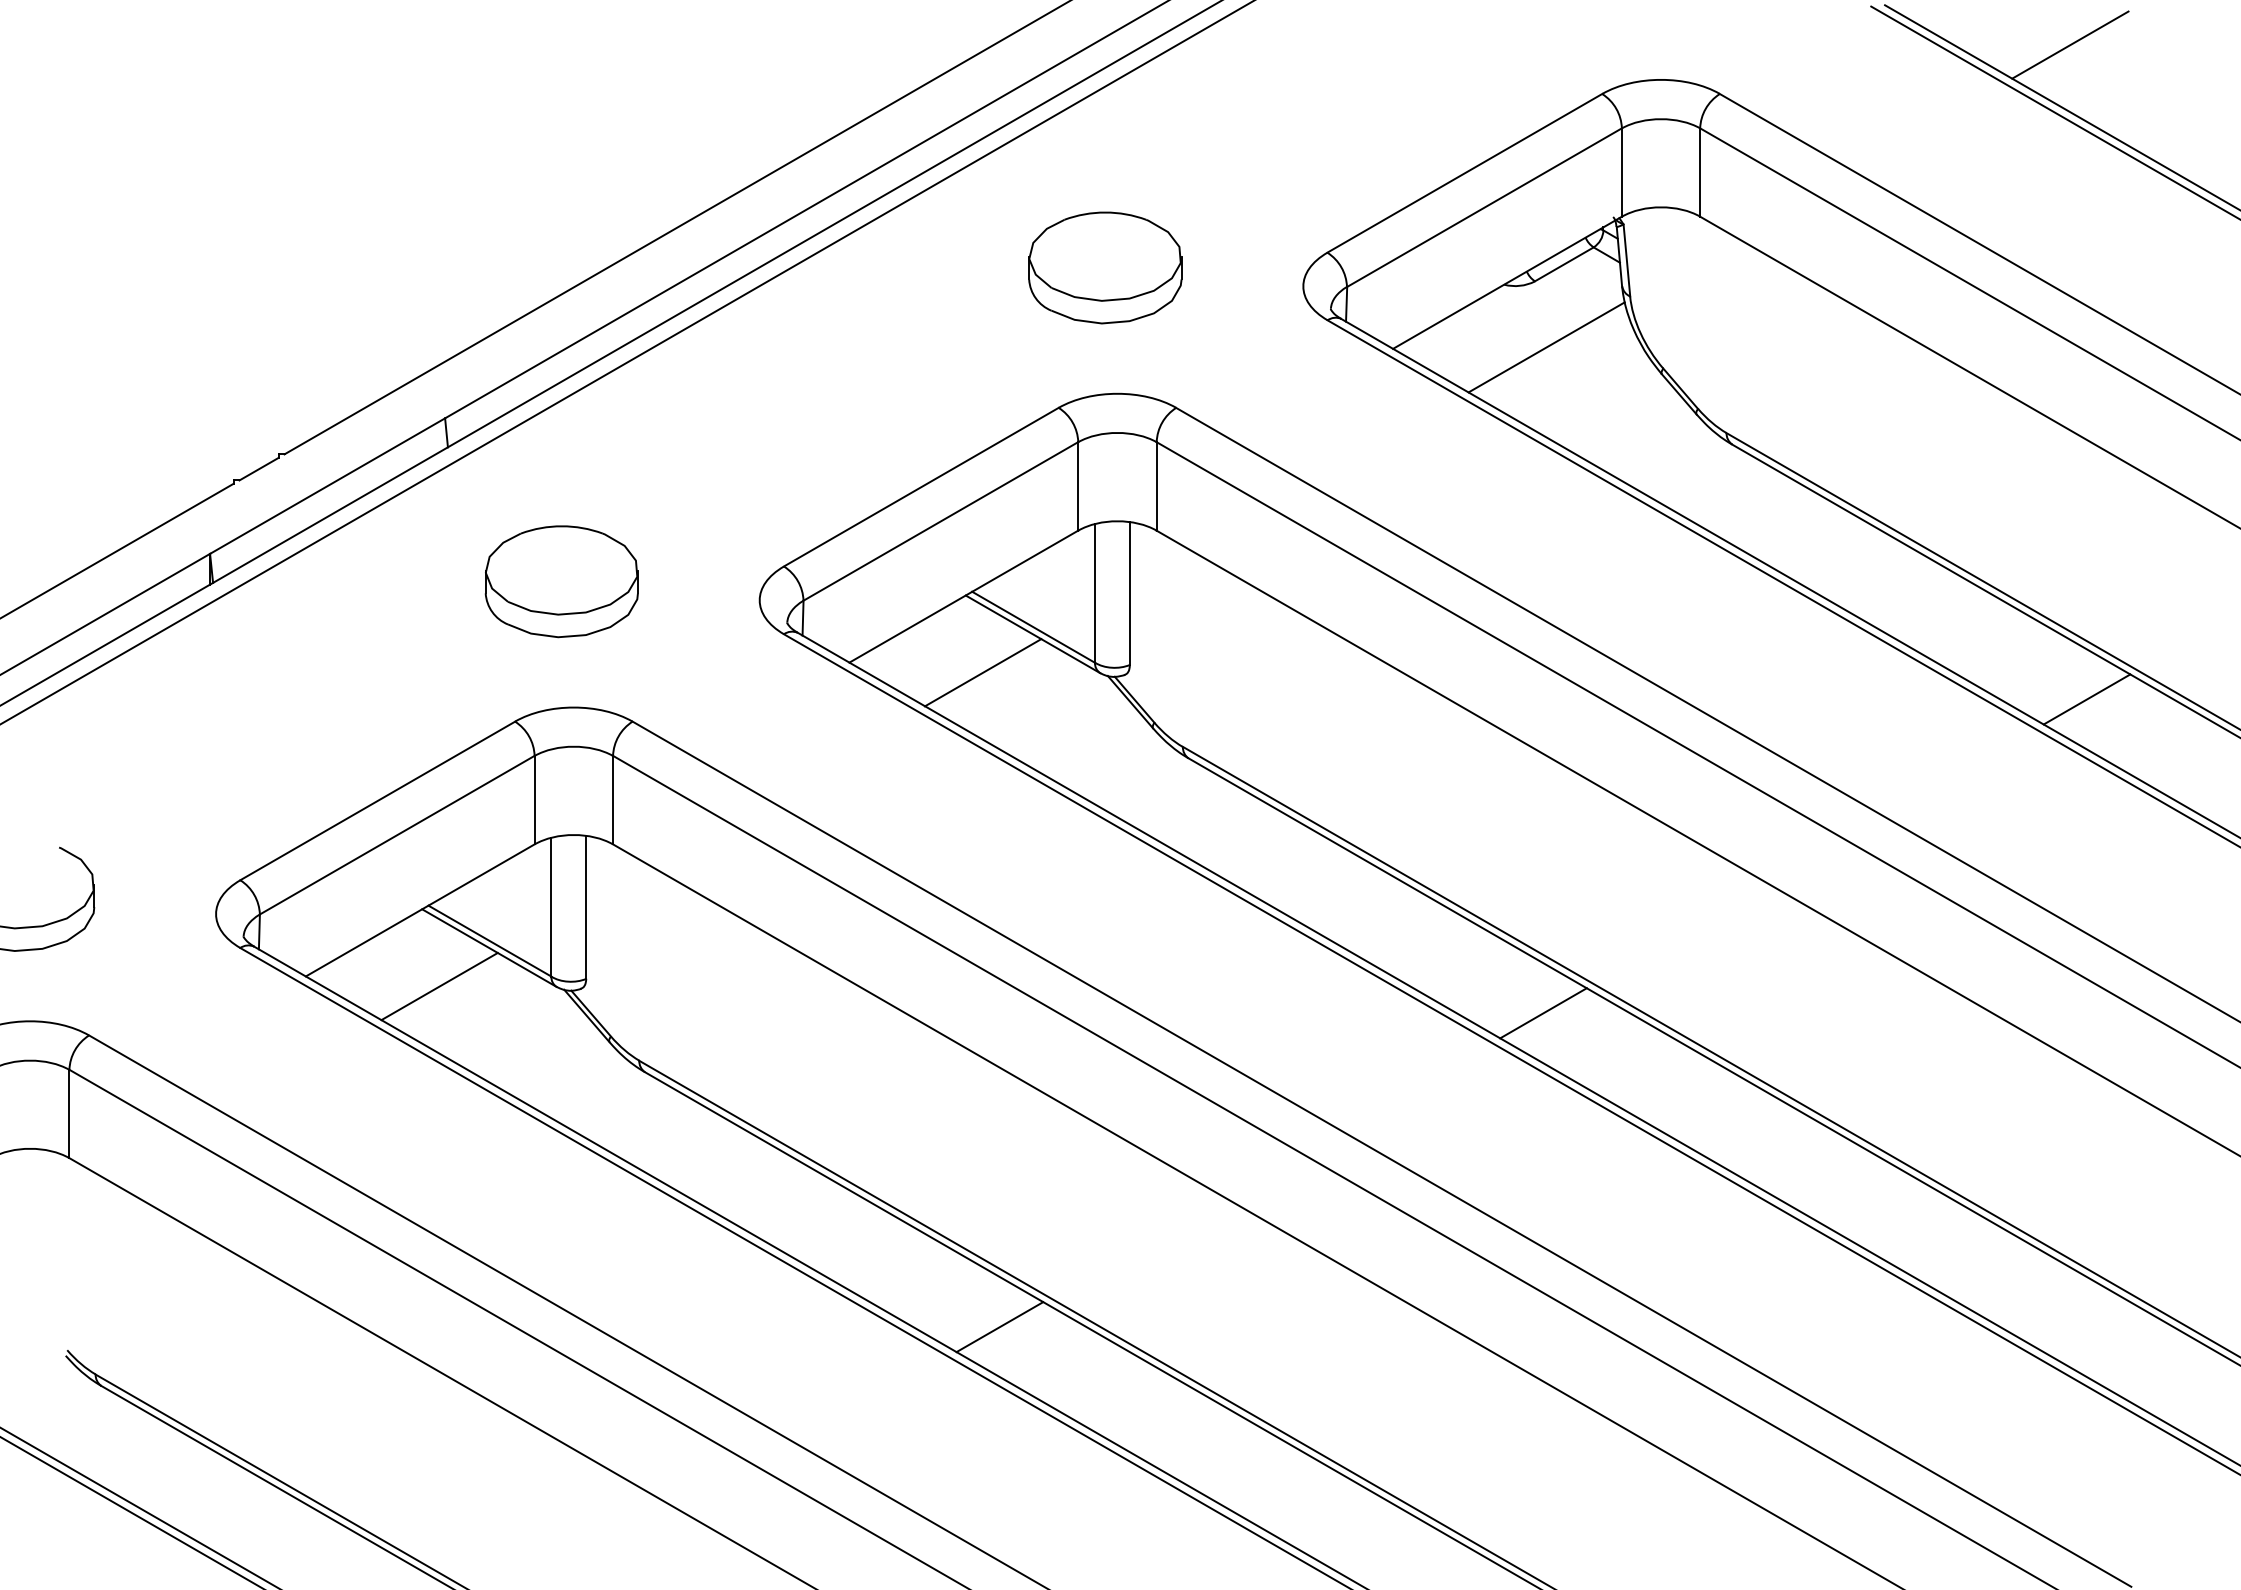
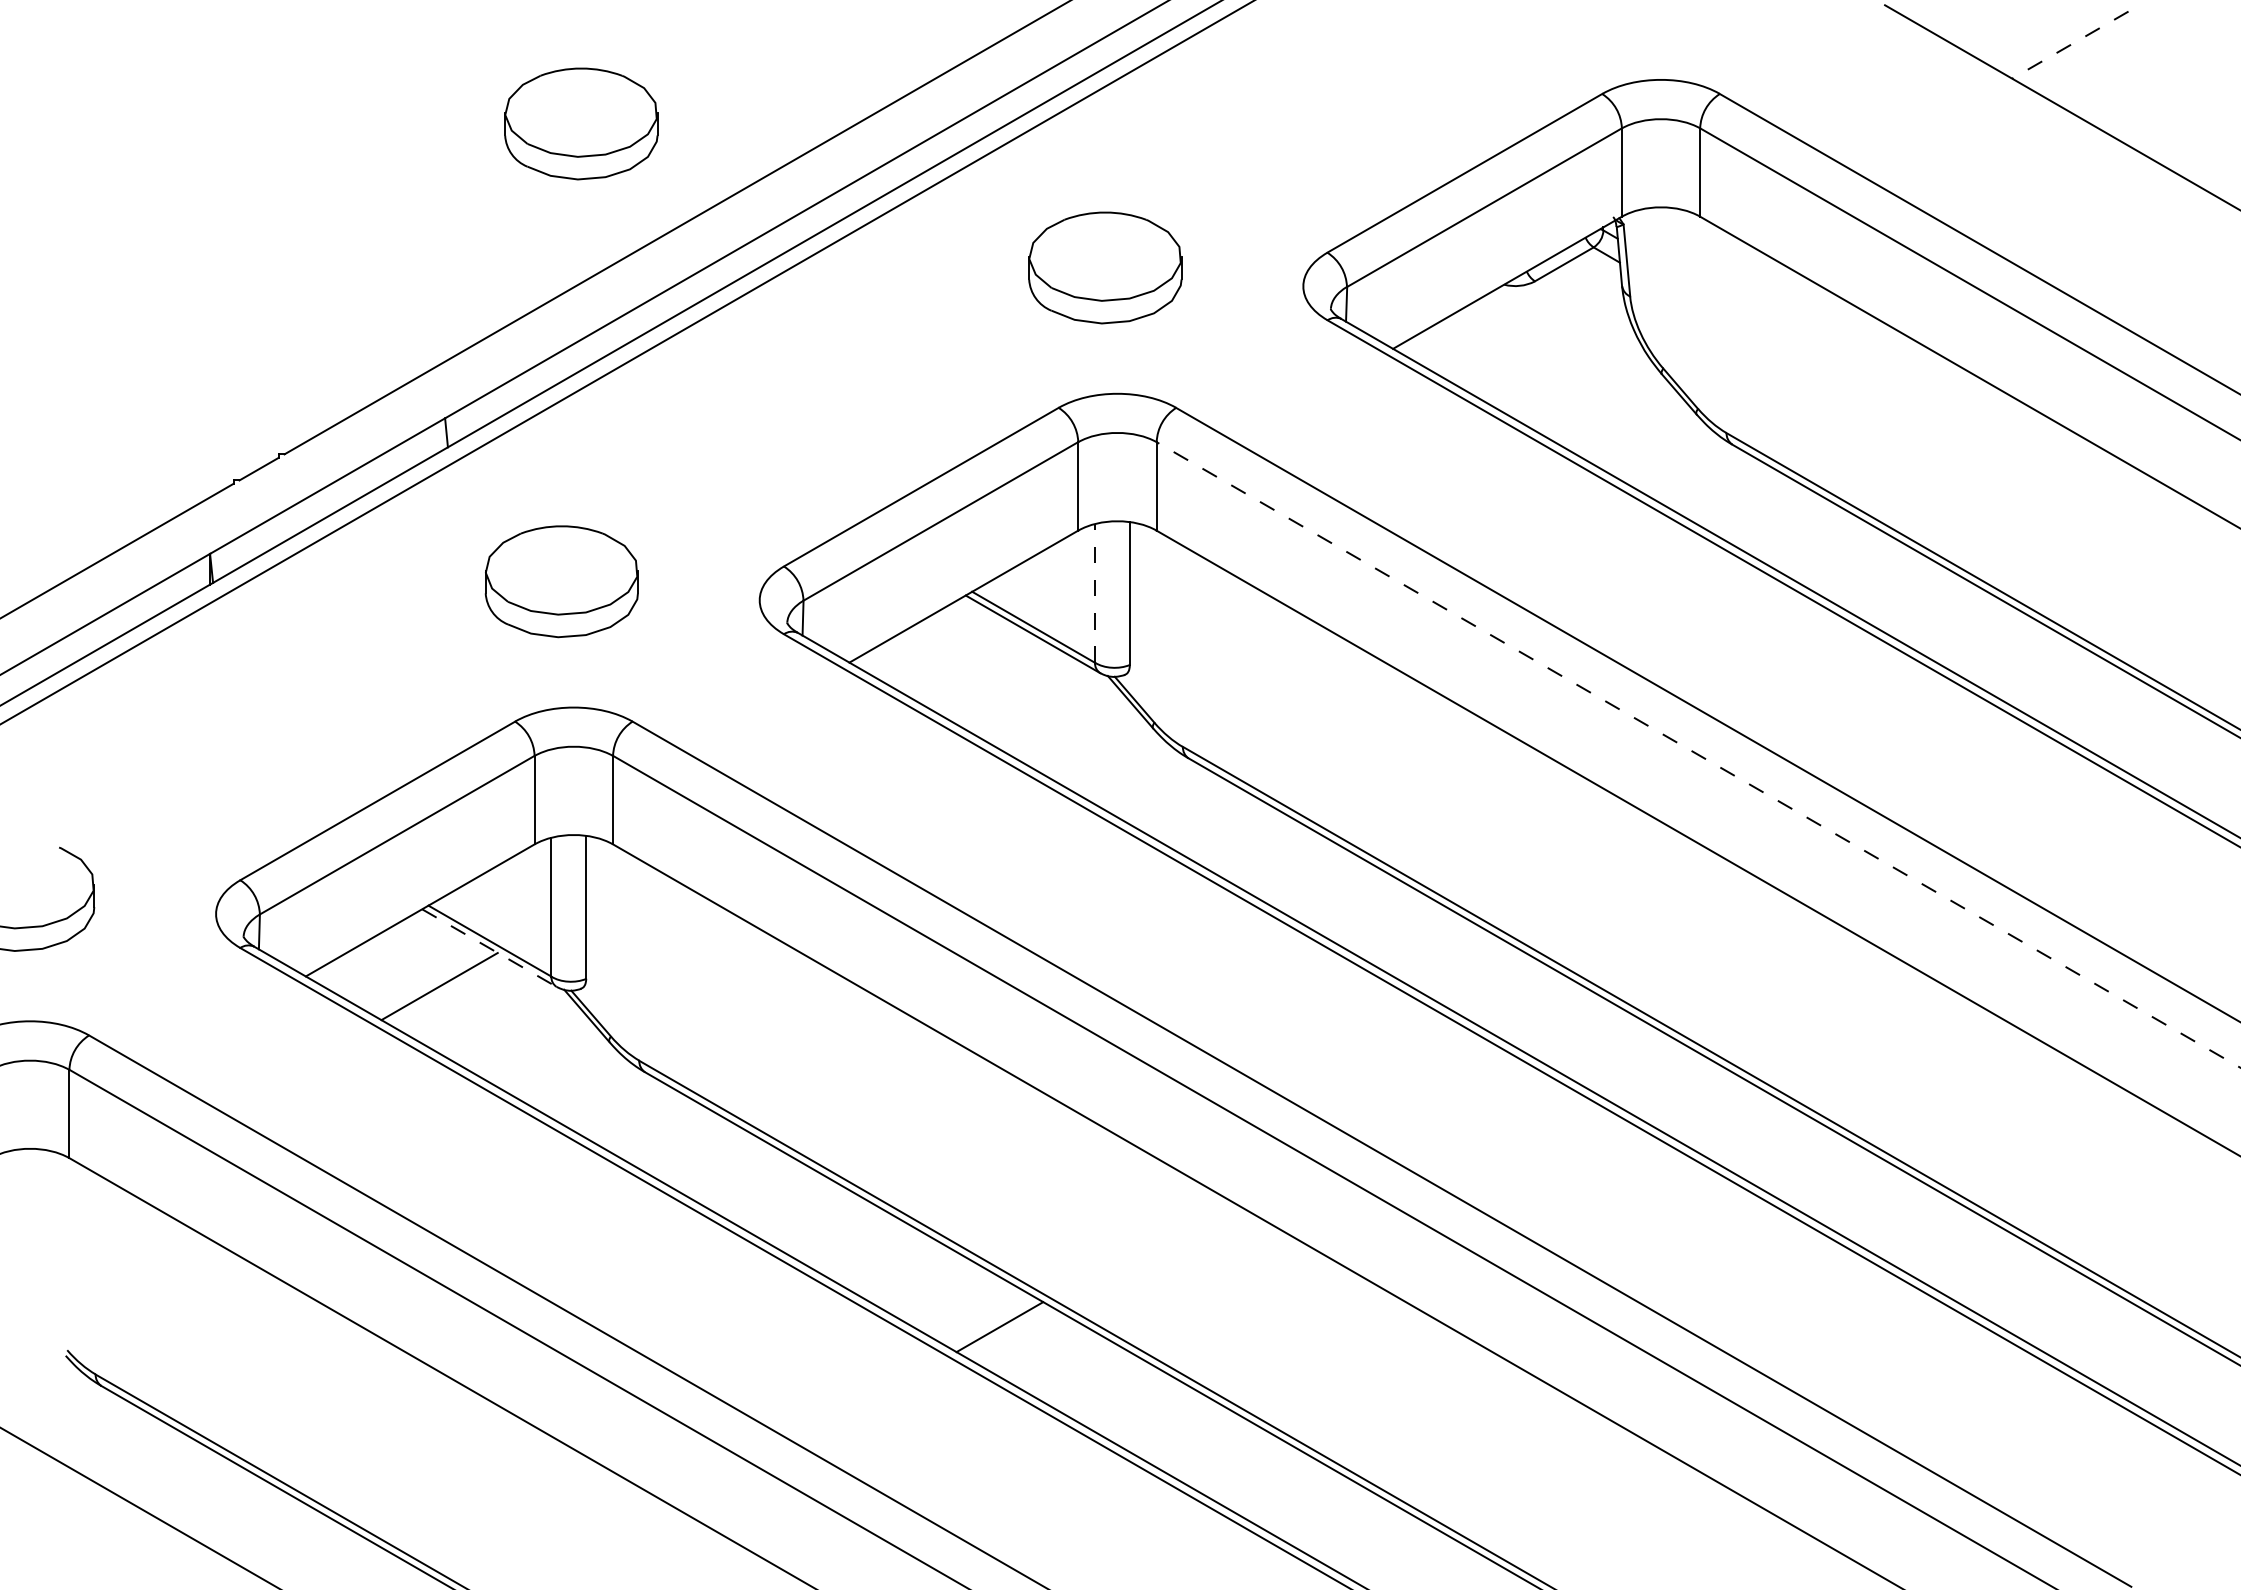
line at (2069, 45): solid -> dashed
line at (2054, 112): present -> none
part at (581, 123): none -> present
line at (1546, 347): present -> none
line at (1095, 592): solid -> dashed
line at (982, 672): present -> none
line at (2086, 699): present -> none
line at (1698, 754): solid -> dashed
line at (489, 948): solid -> dashed
line at (1543, 1013): present -> none
line at (131, 1512): present -> none
